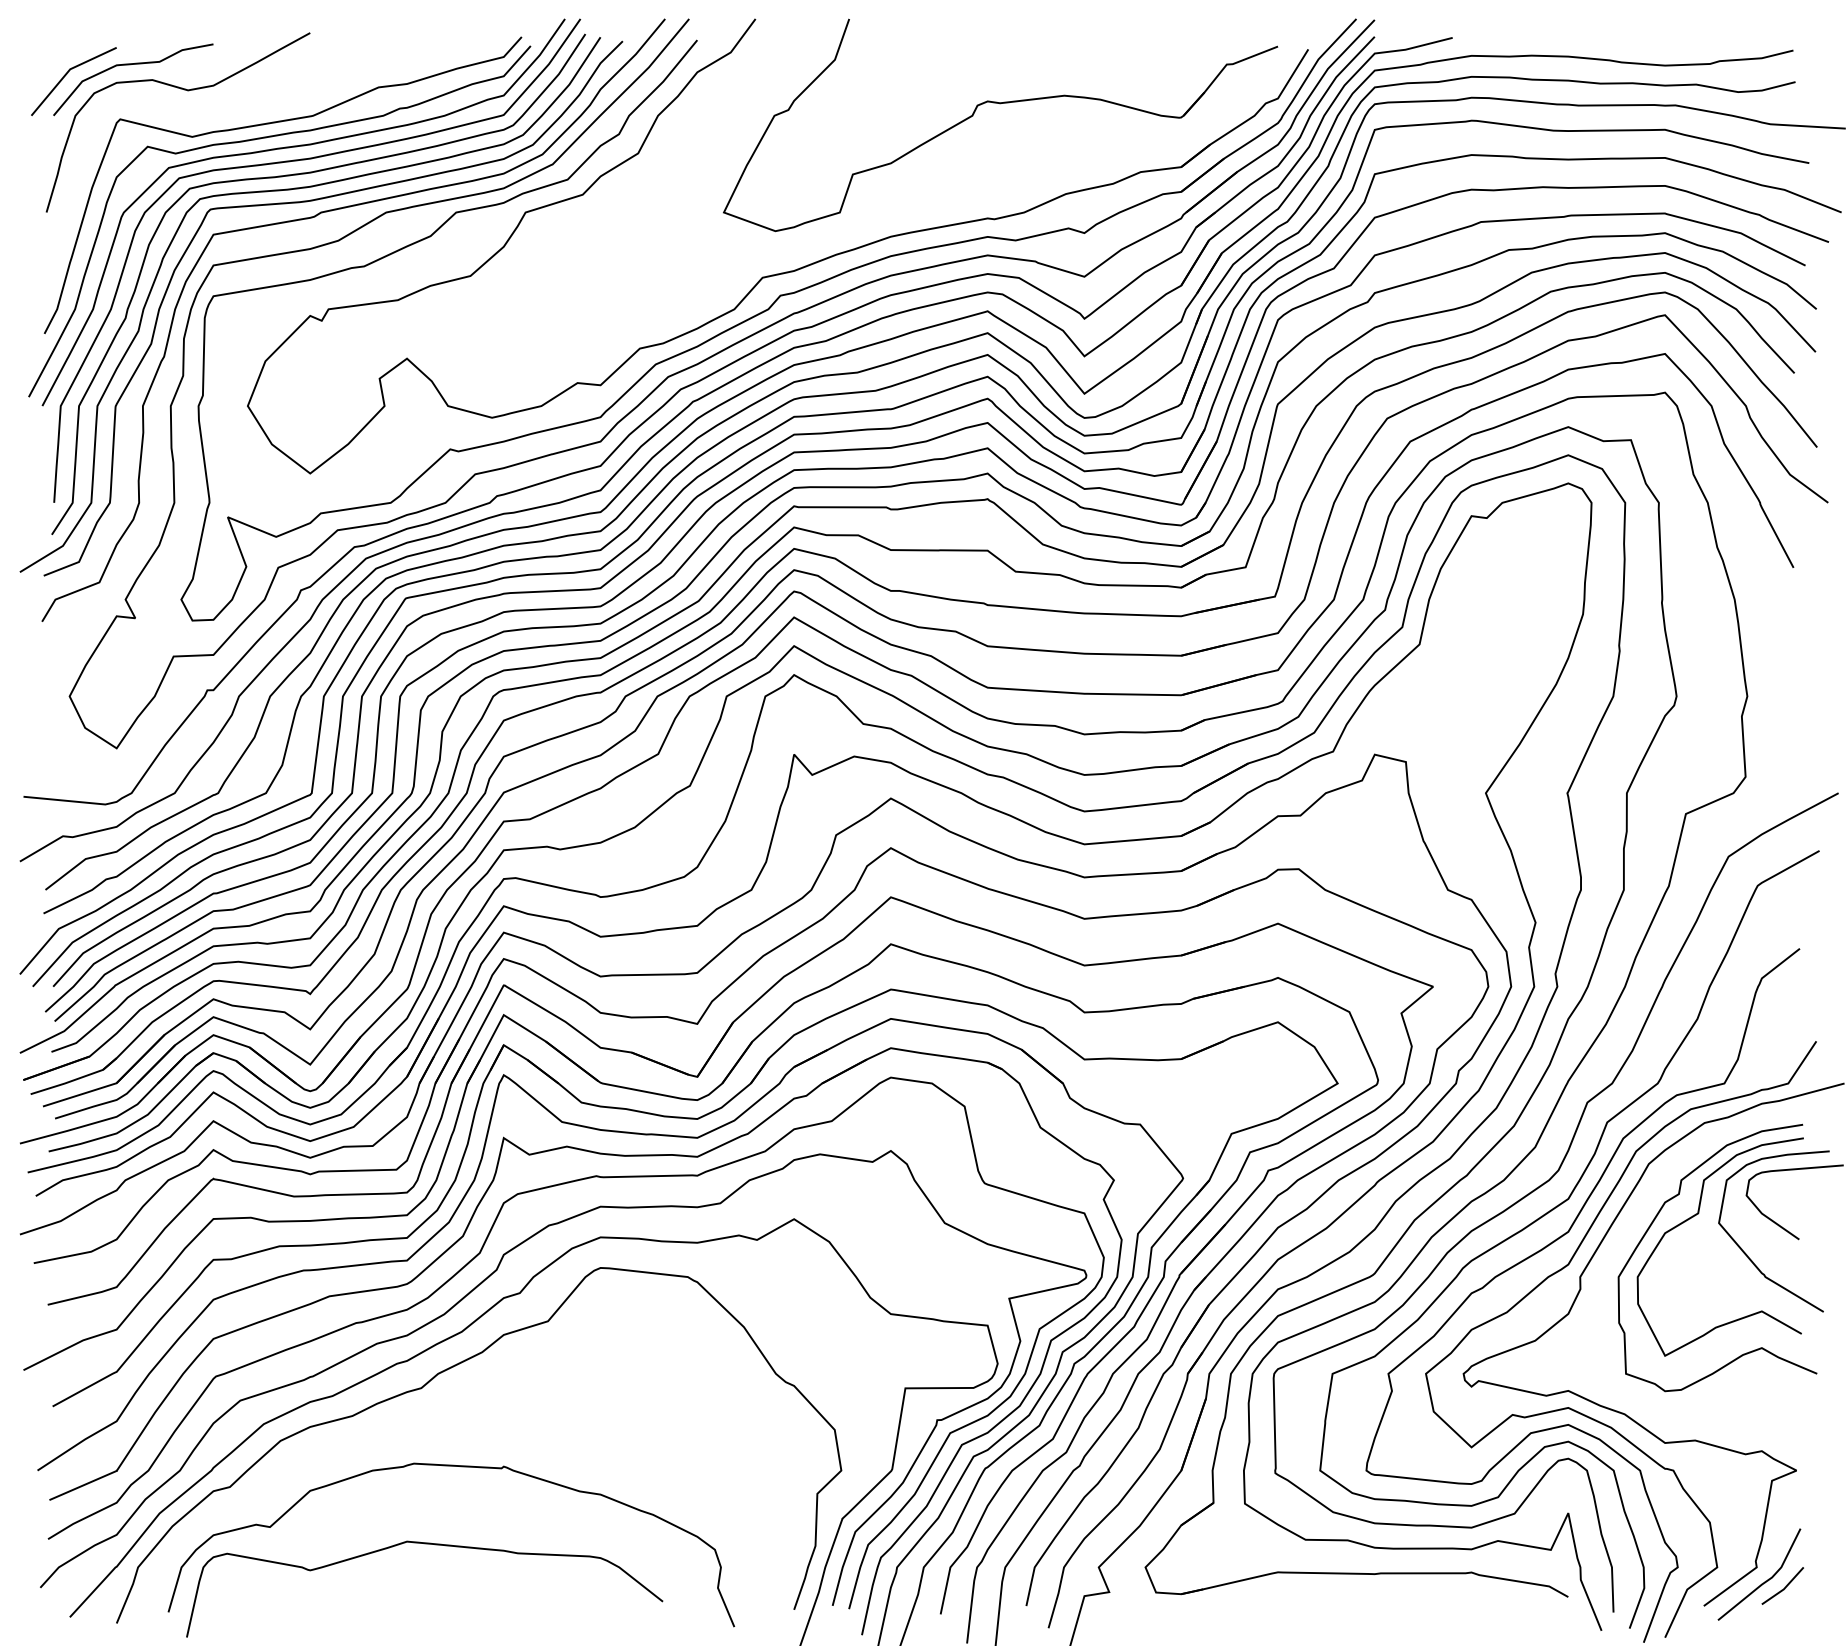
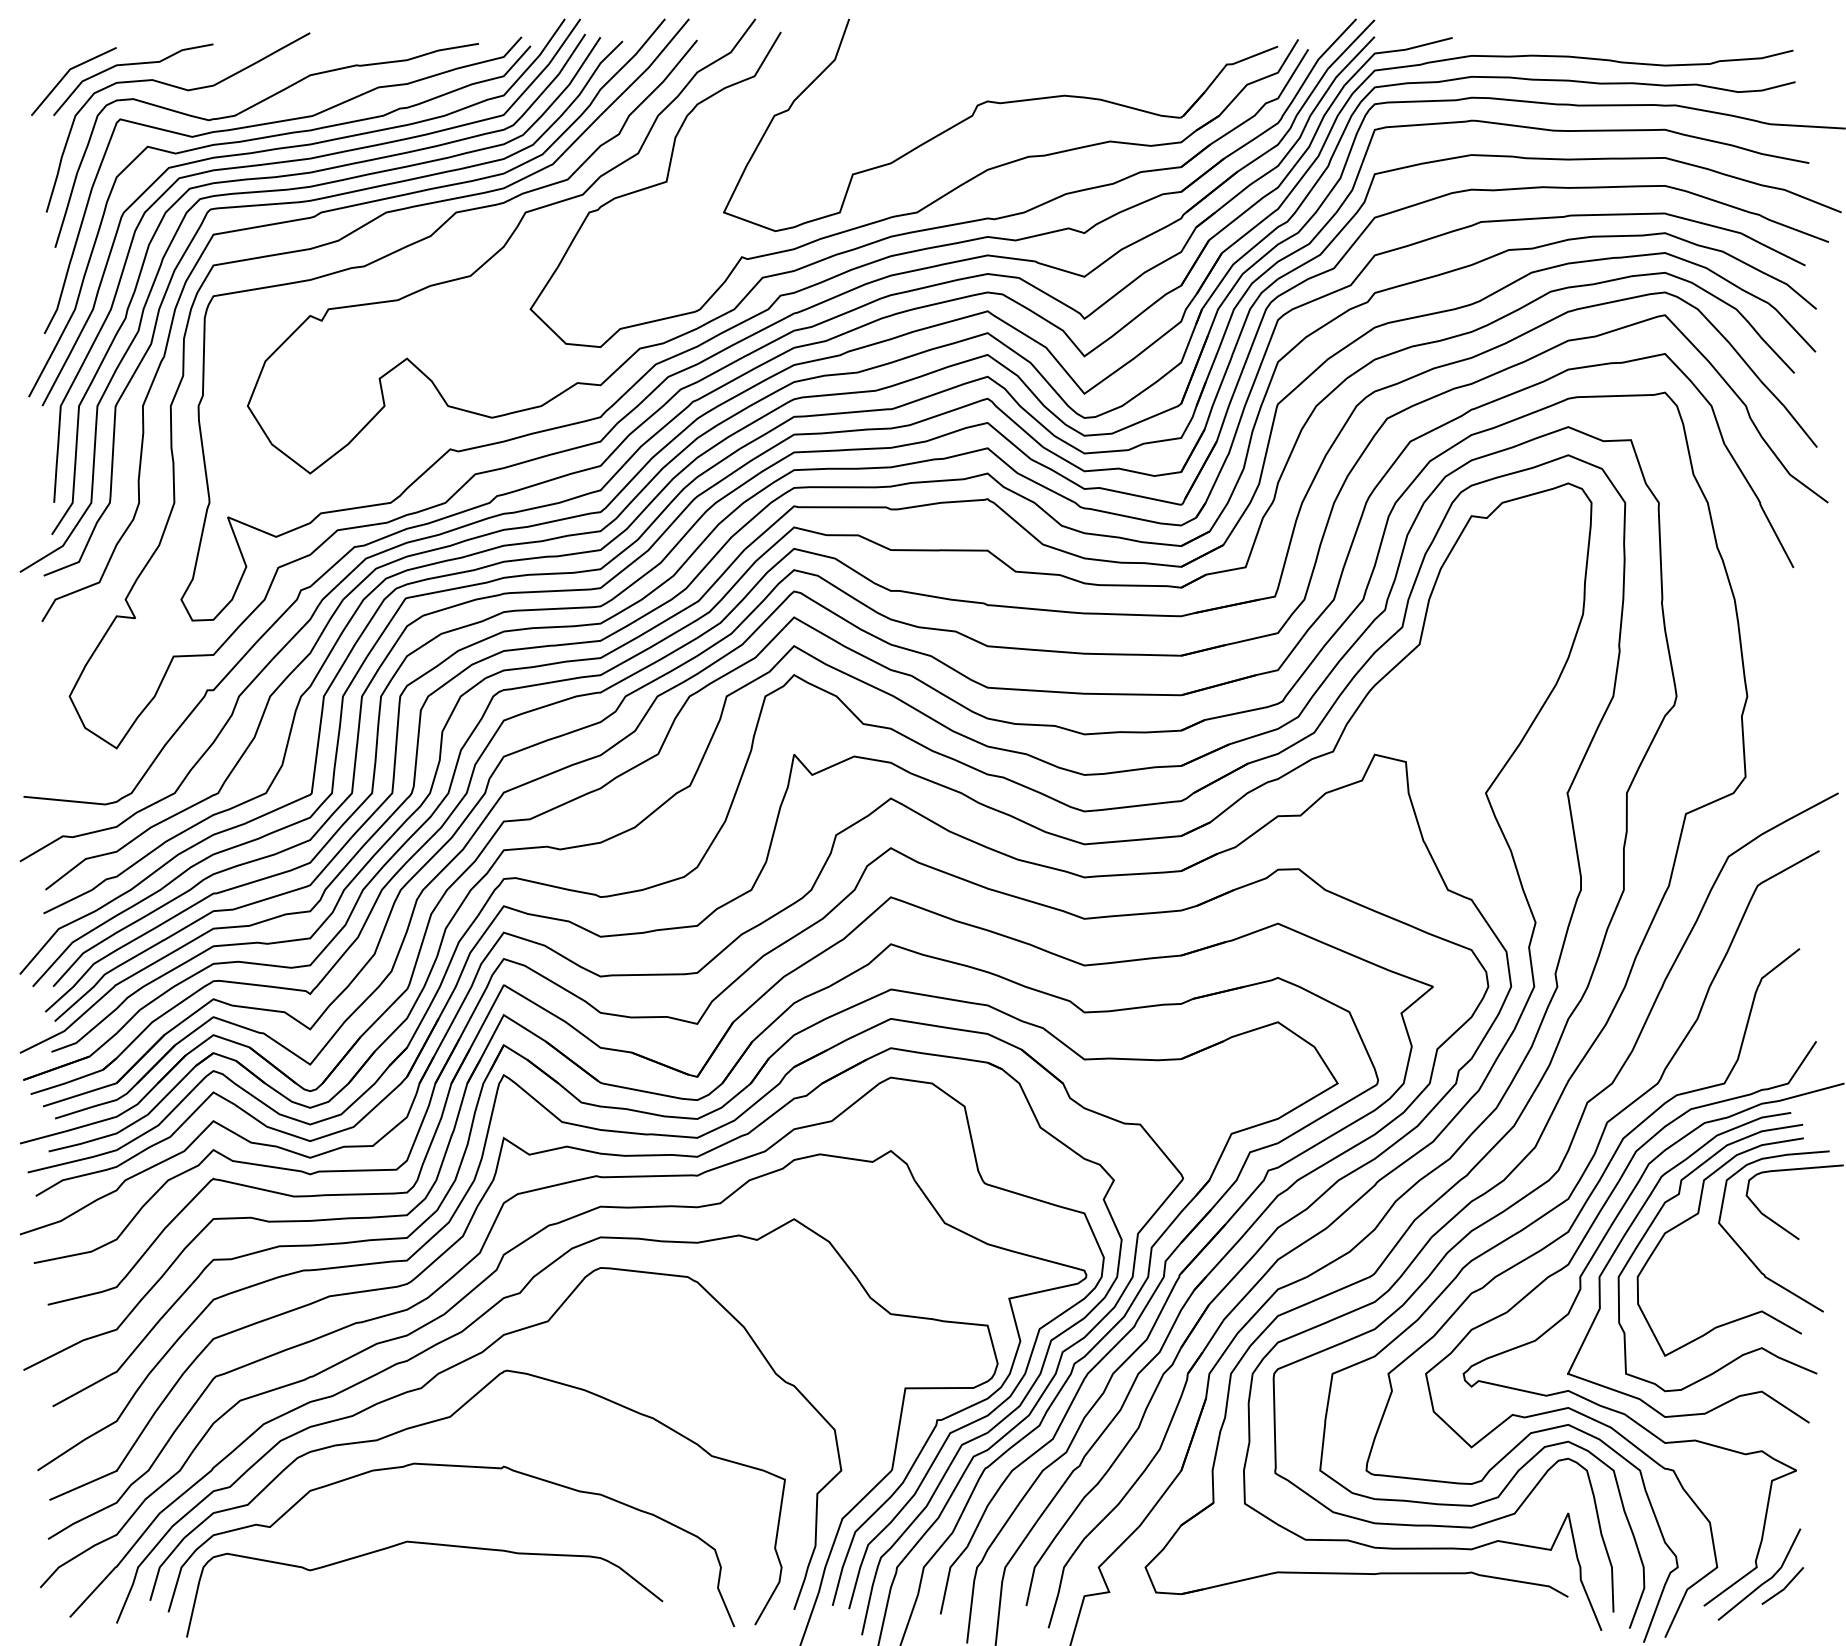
curve at (247, 110): none -> present
part at (924, 206): none -> present
curve at (1628, 1231): none -> present
curve at (445, 1419): none -> present
